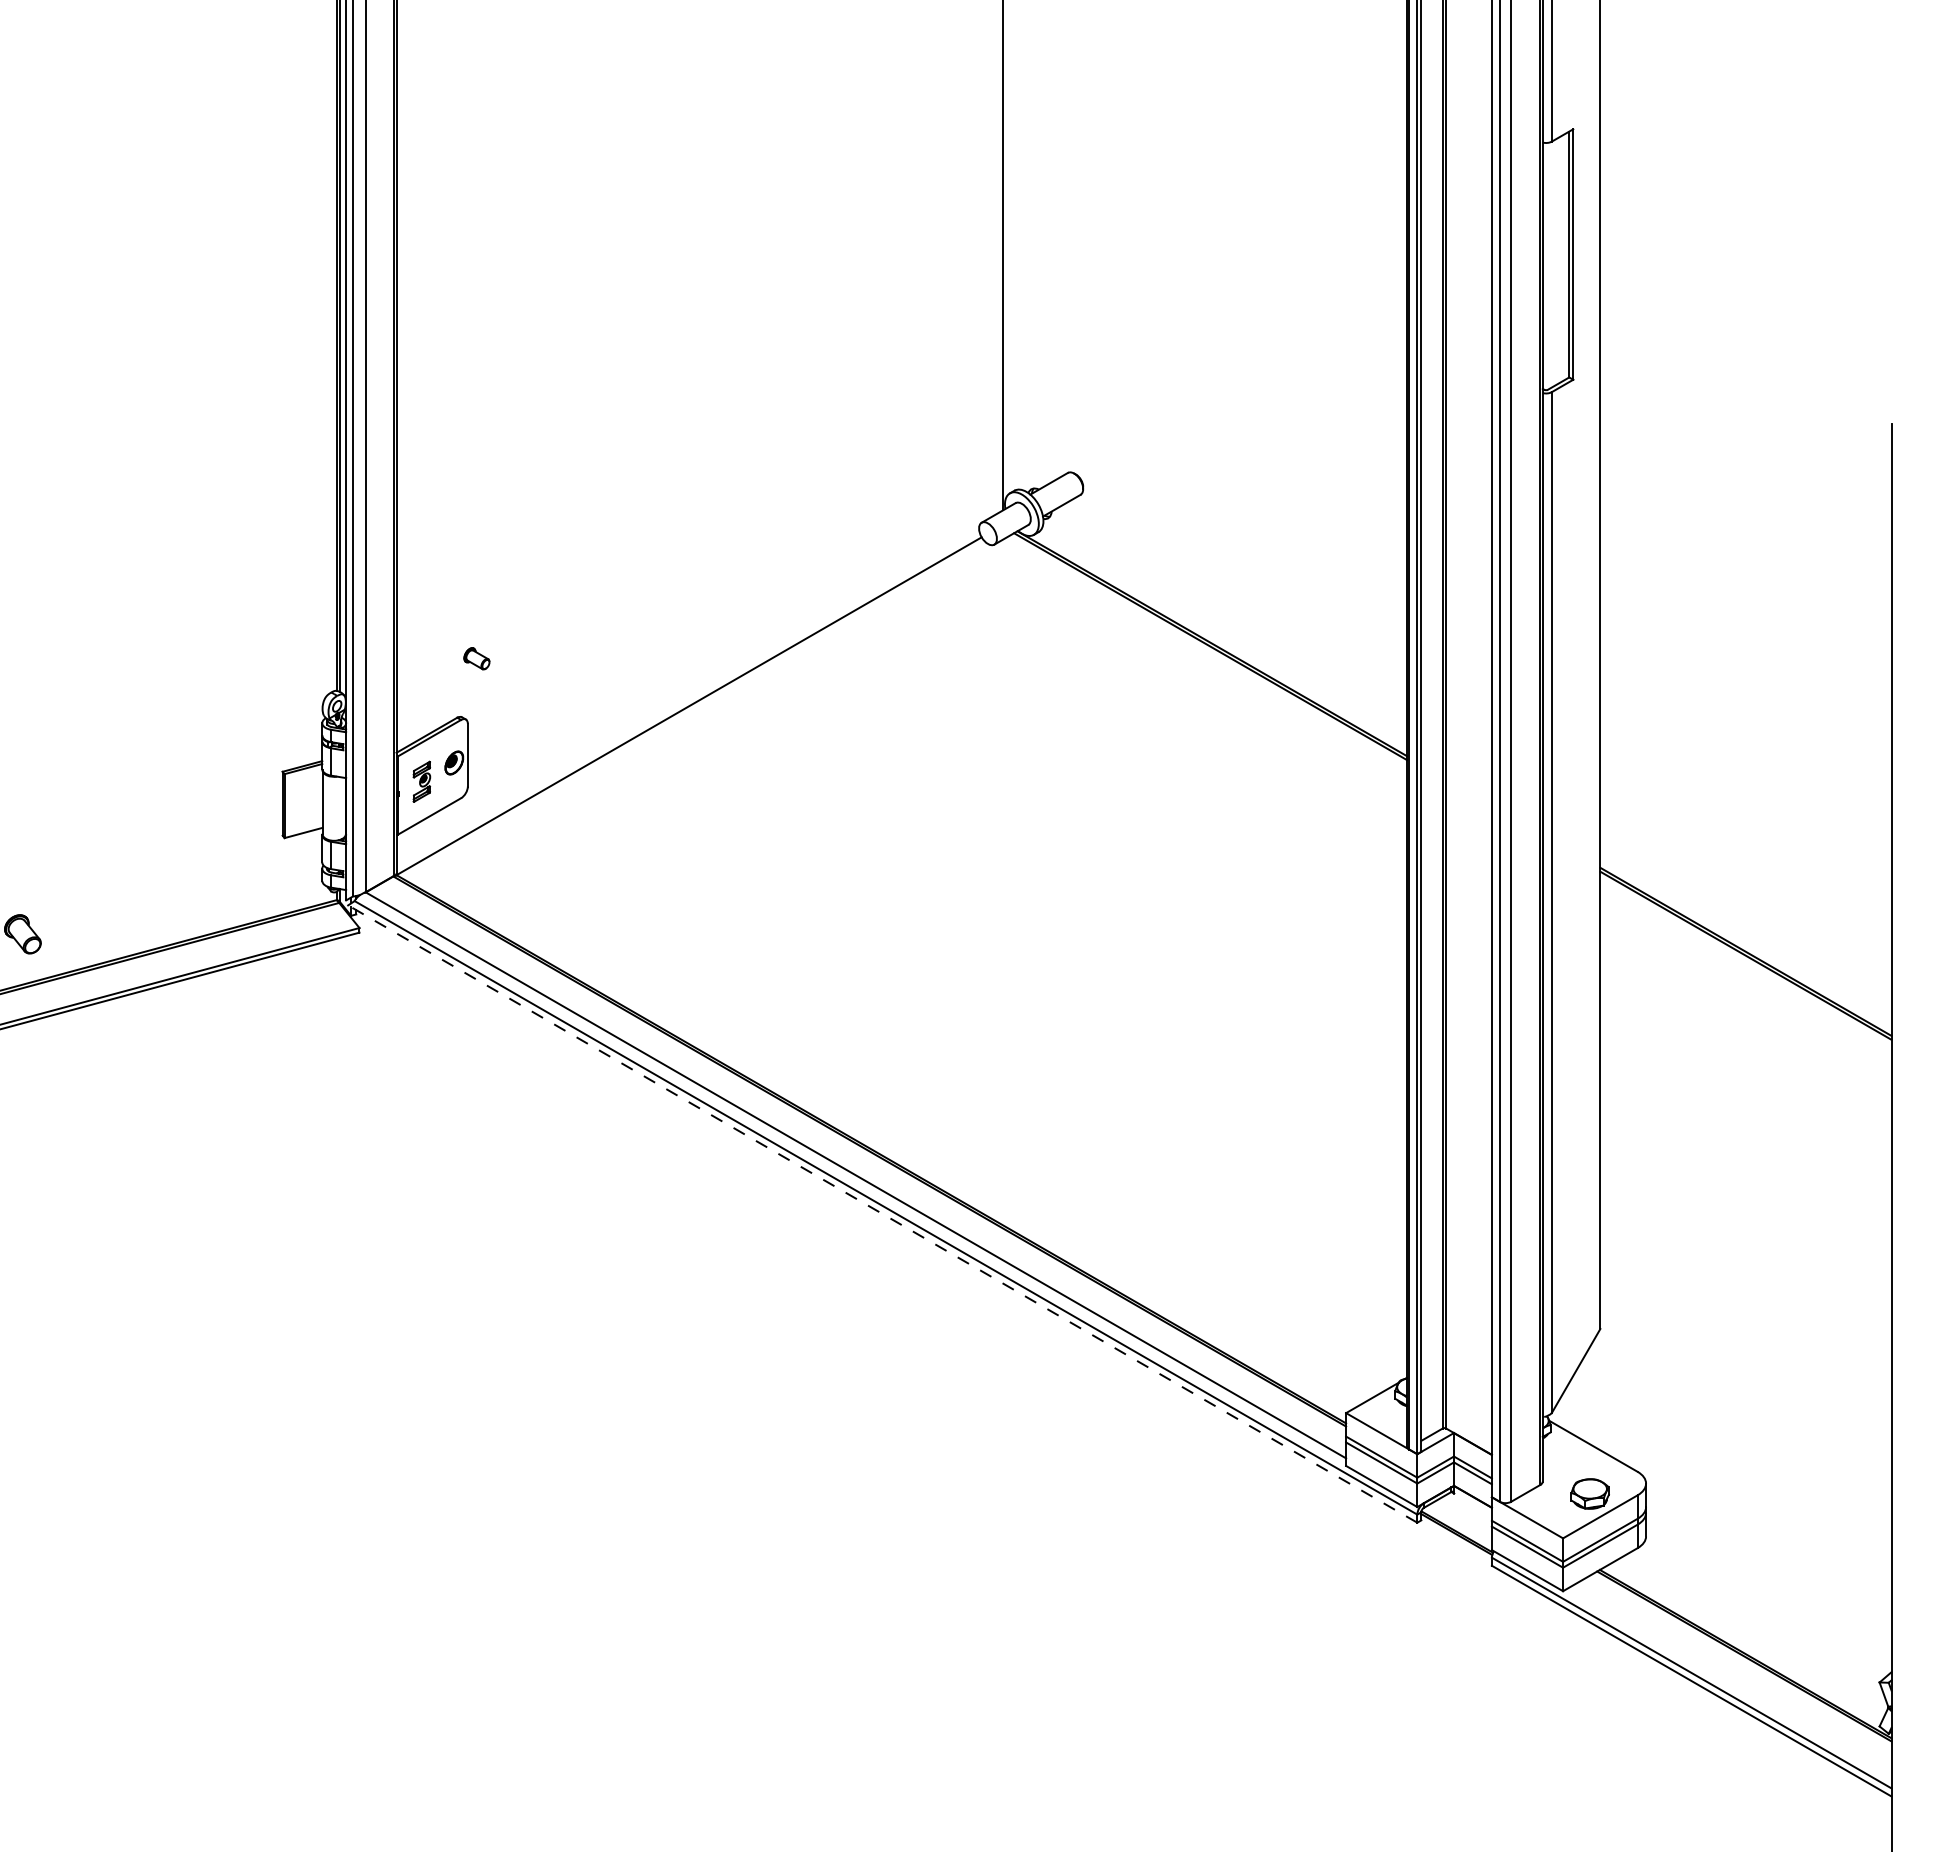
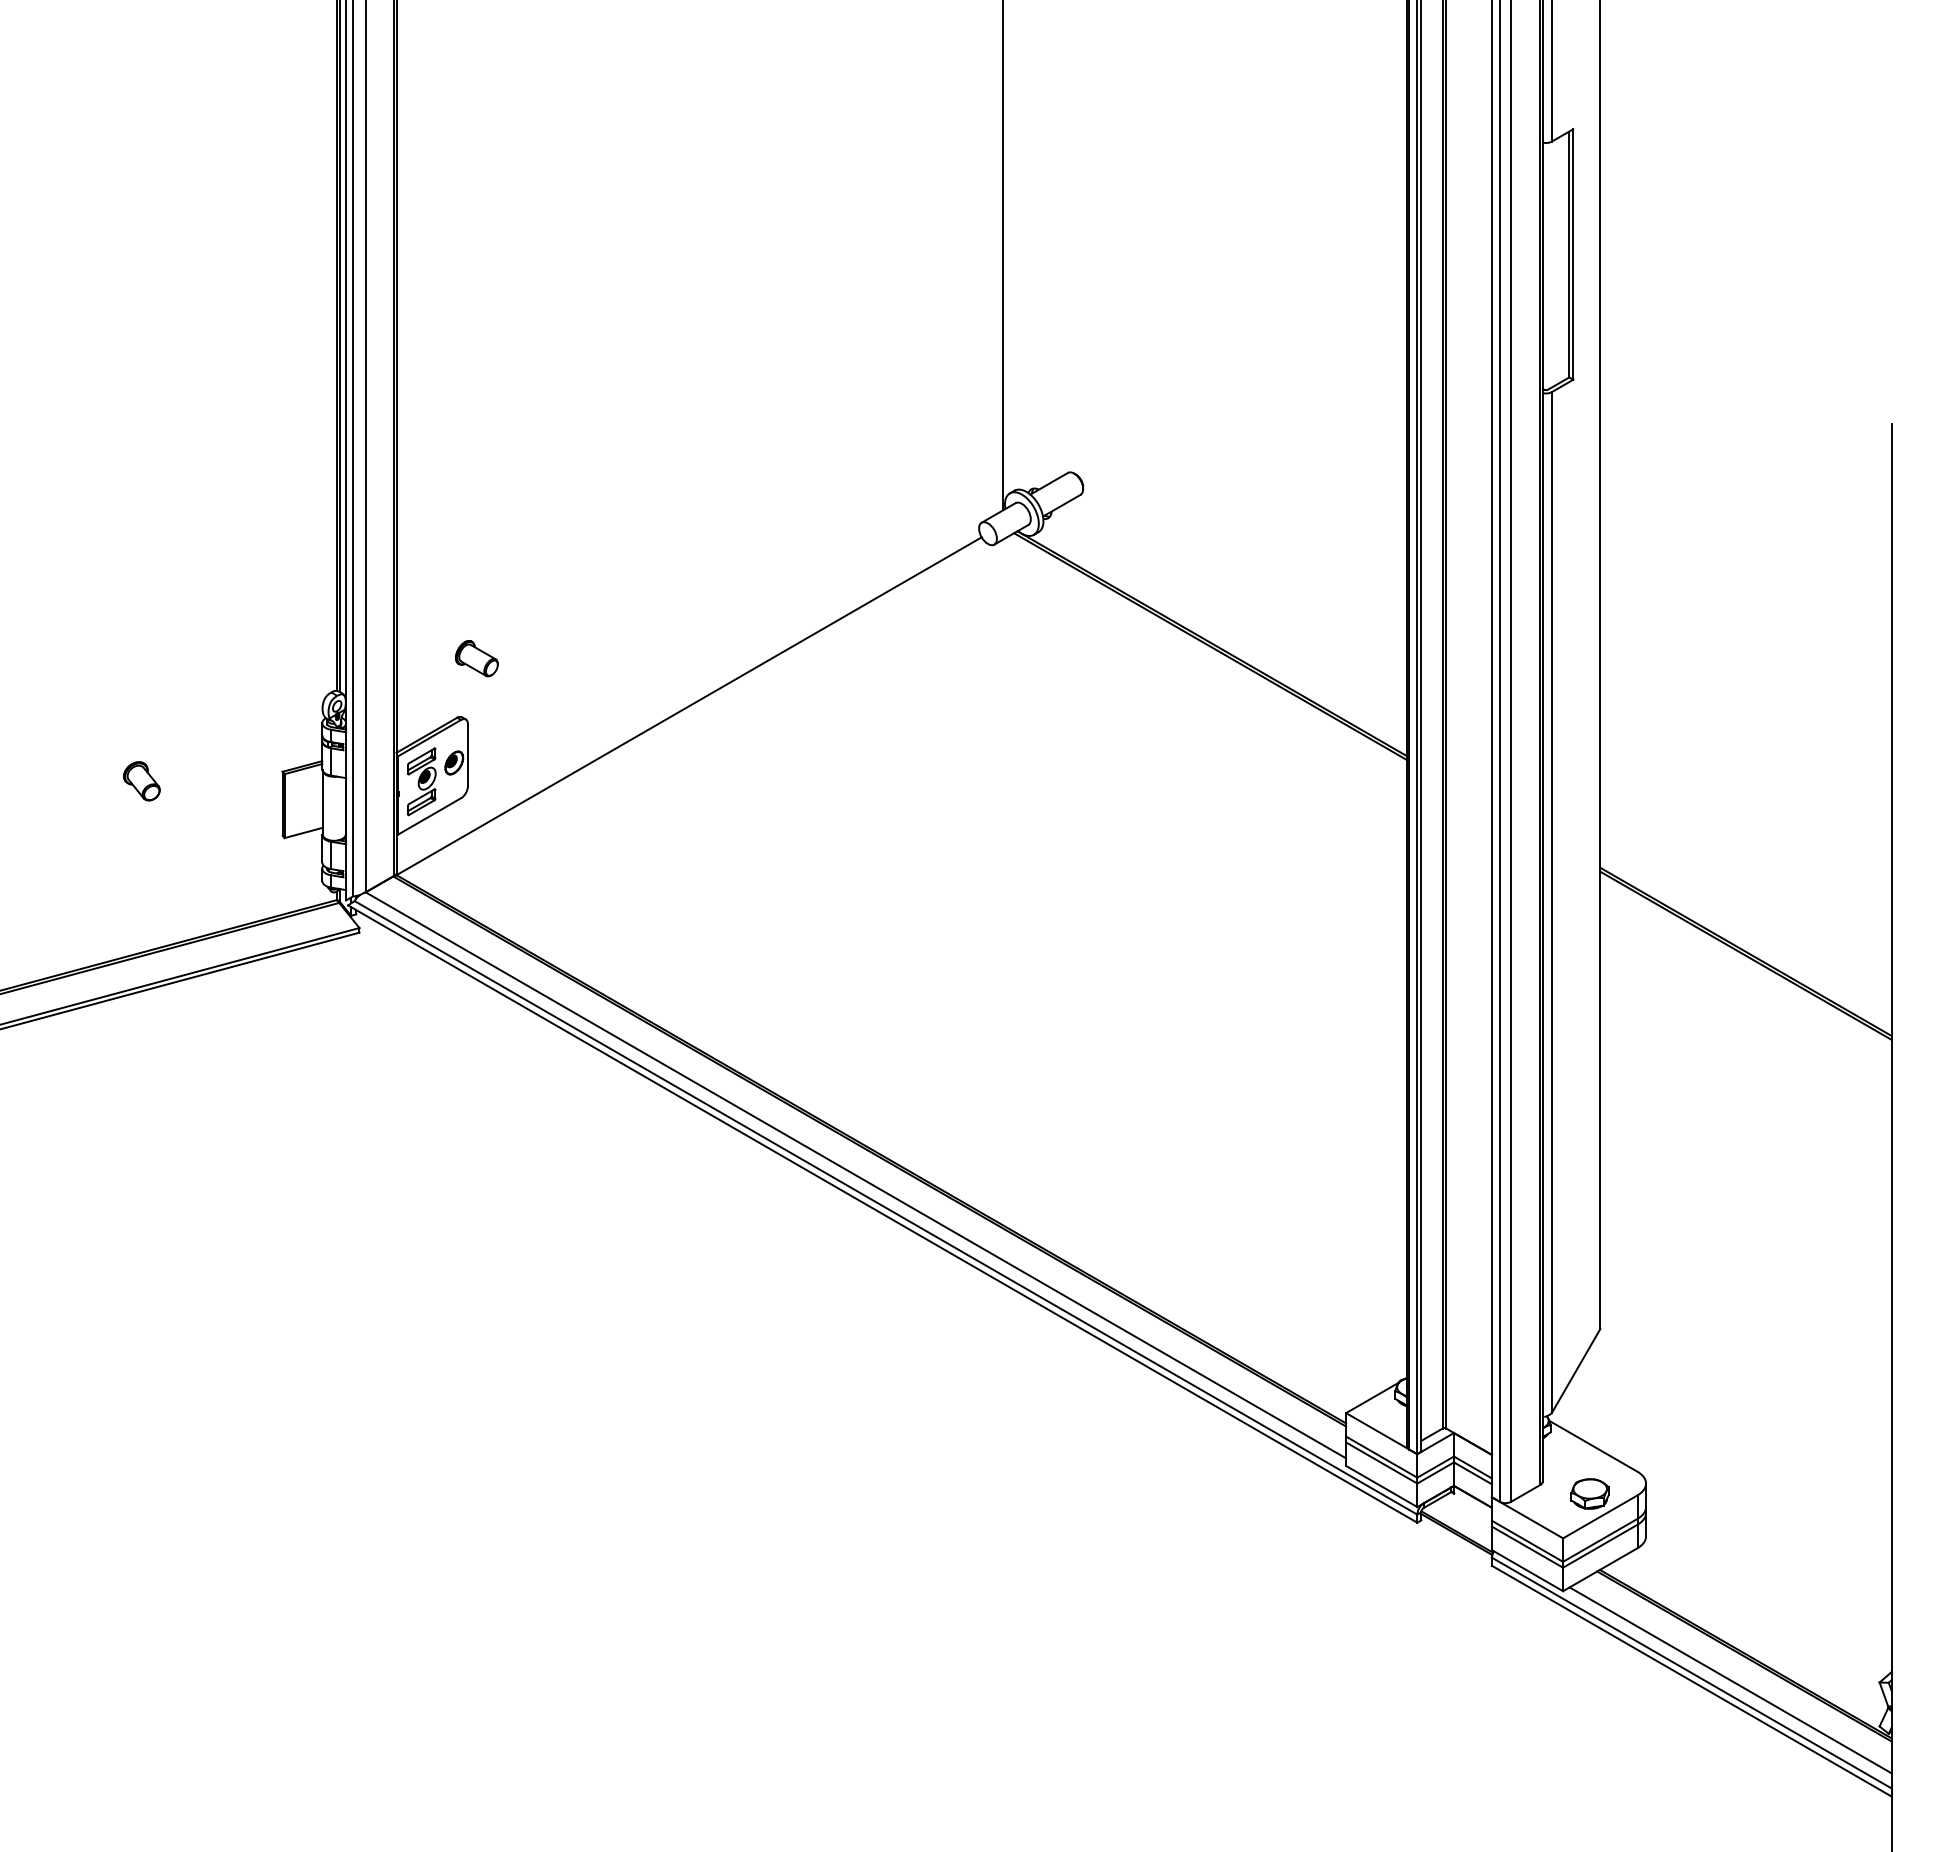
part at (476, 658) size: 28x24 px -> 44x38 px
part at (421, 781) size: 20x43 px -> 30x70 px
part at (22, 934) position: (22, 934) -> (141, 781)
line at (882, 1213): dashed -> solid
line at (1730, 1680): none -> present
